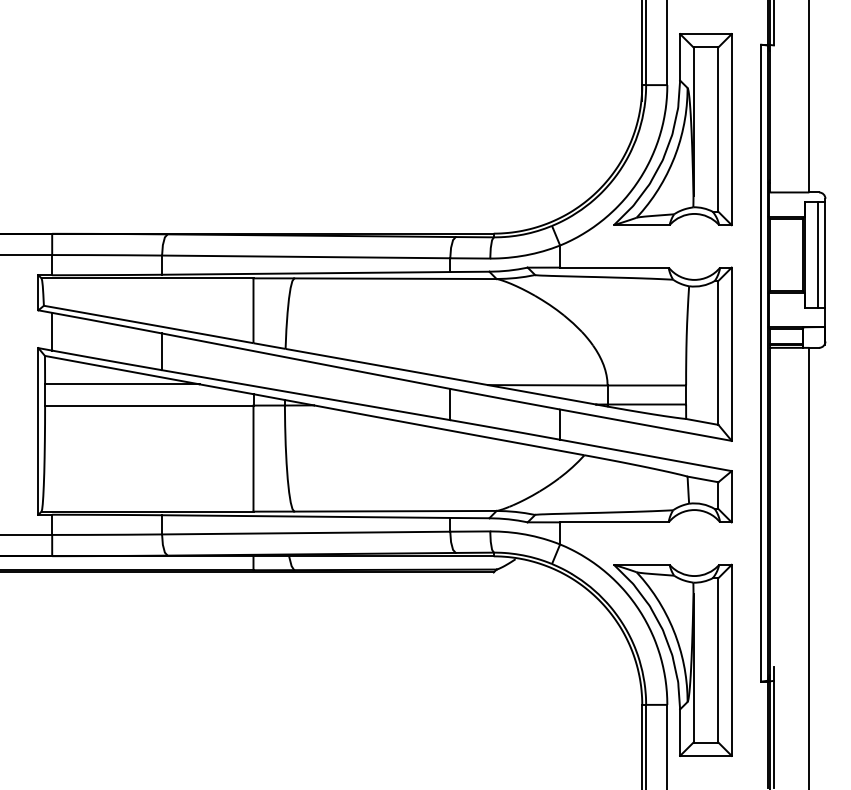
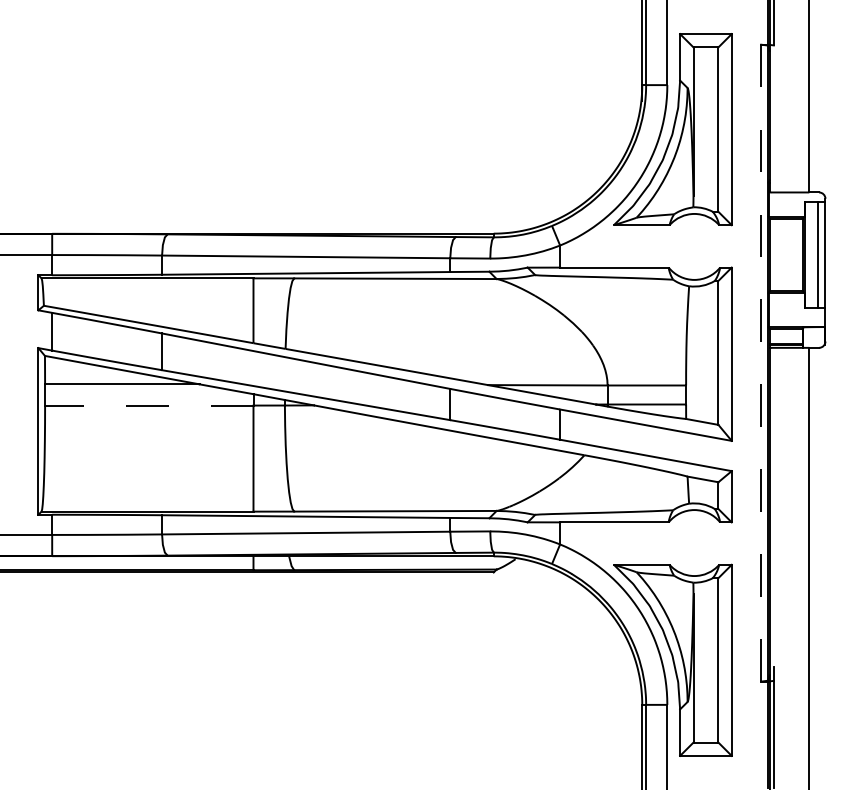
line at (761, 362): solid -> dashed
line at (148, 405): solid -> dashed
